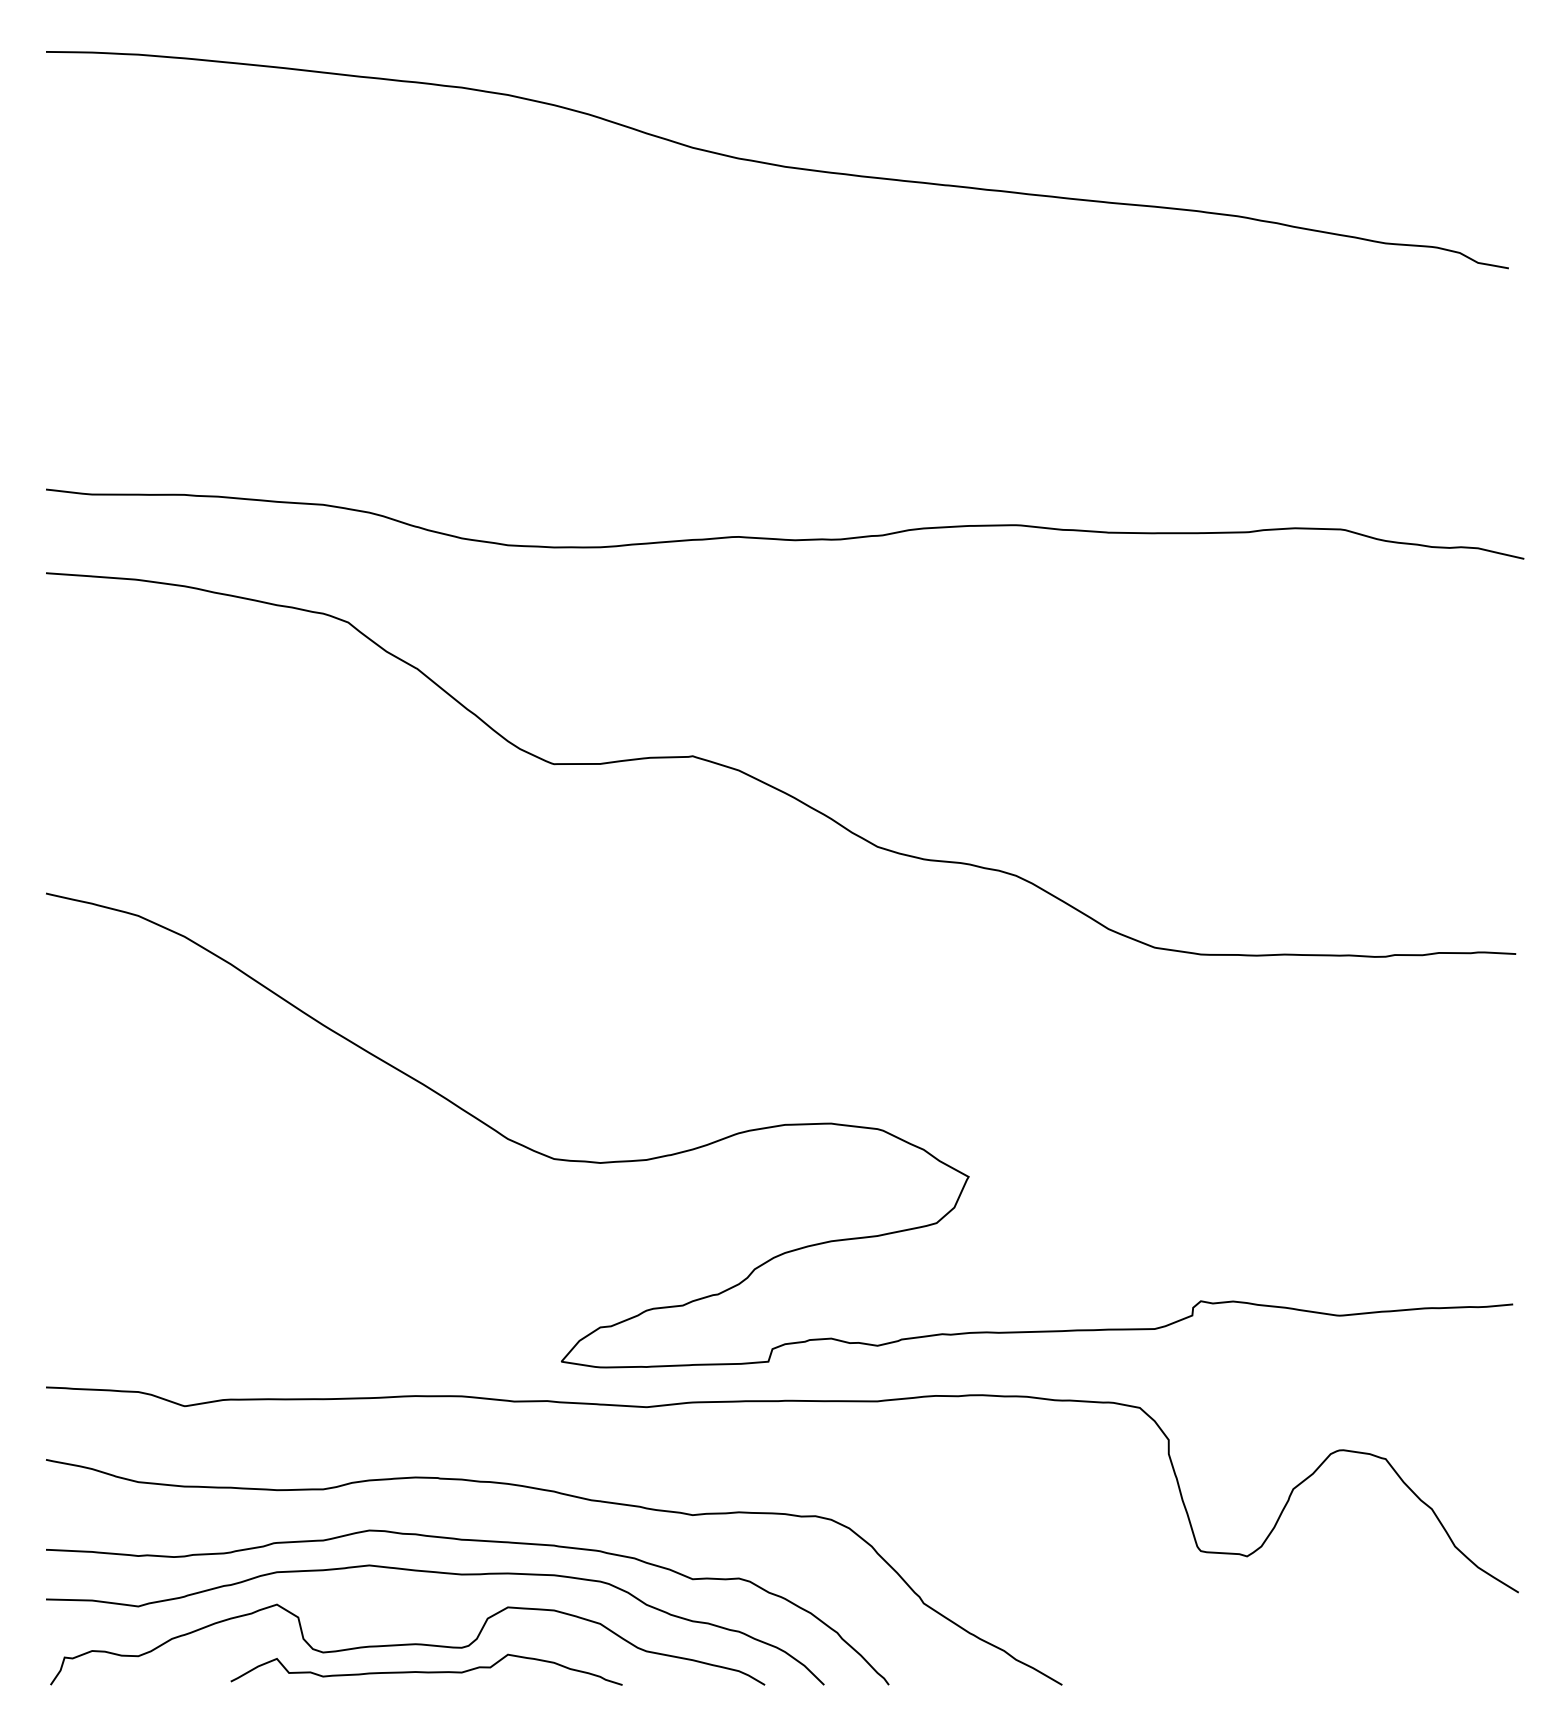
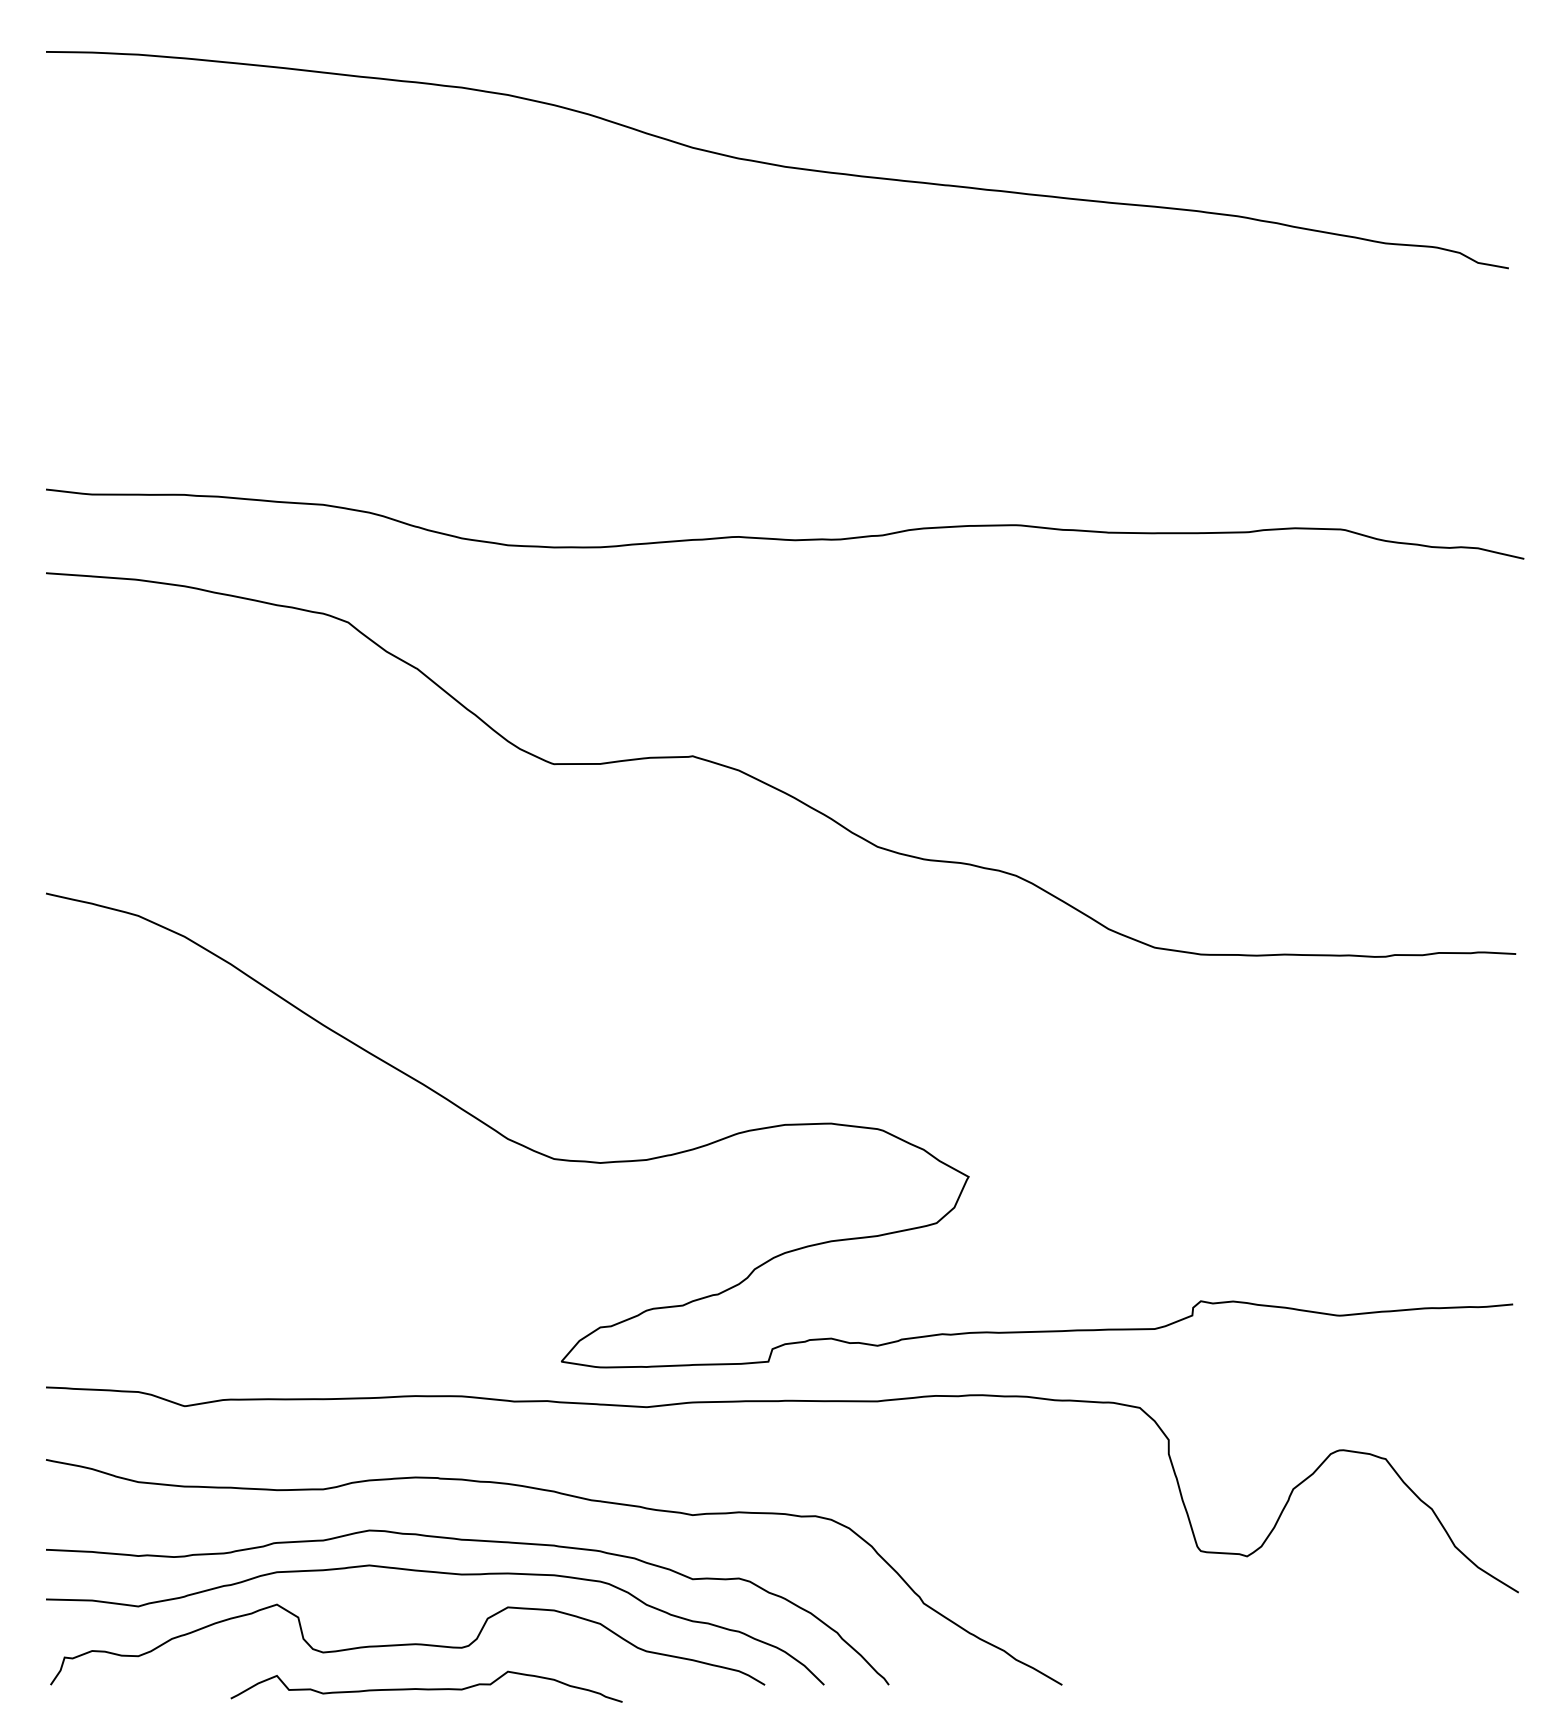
curve at (426, 1671) position: (426, 1671) -> (426, 1688)
